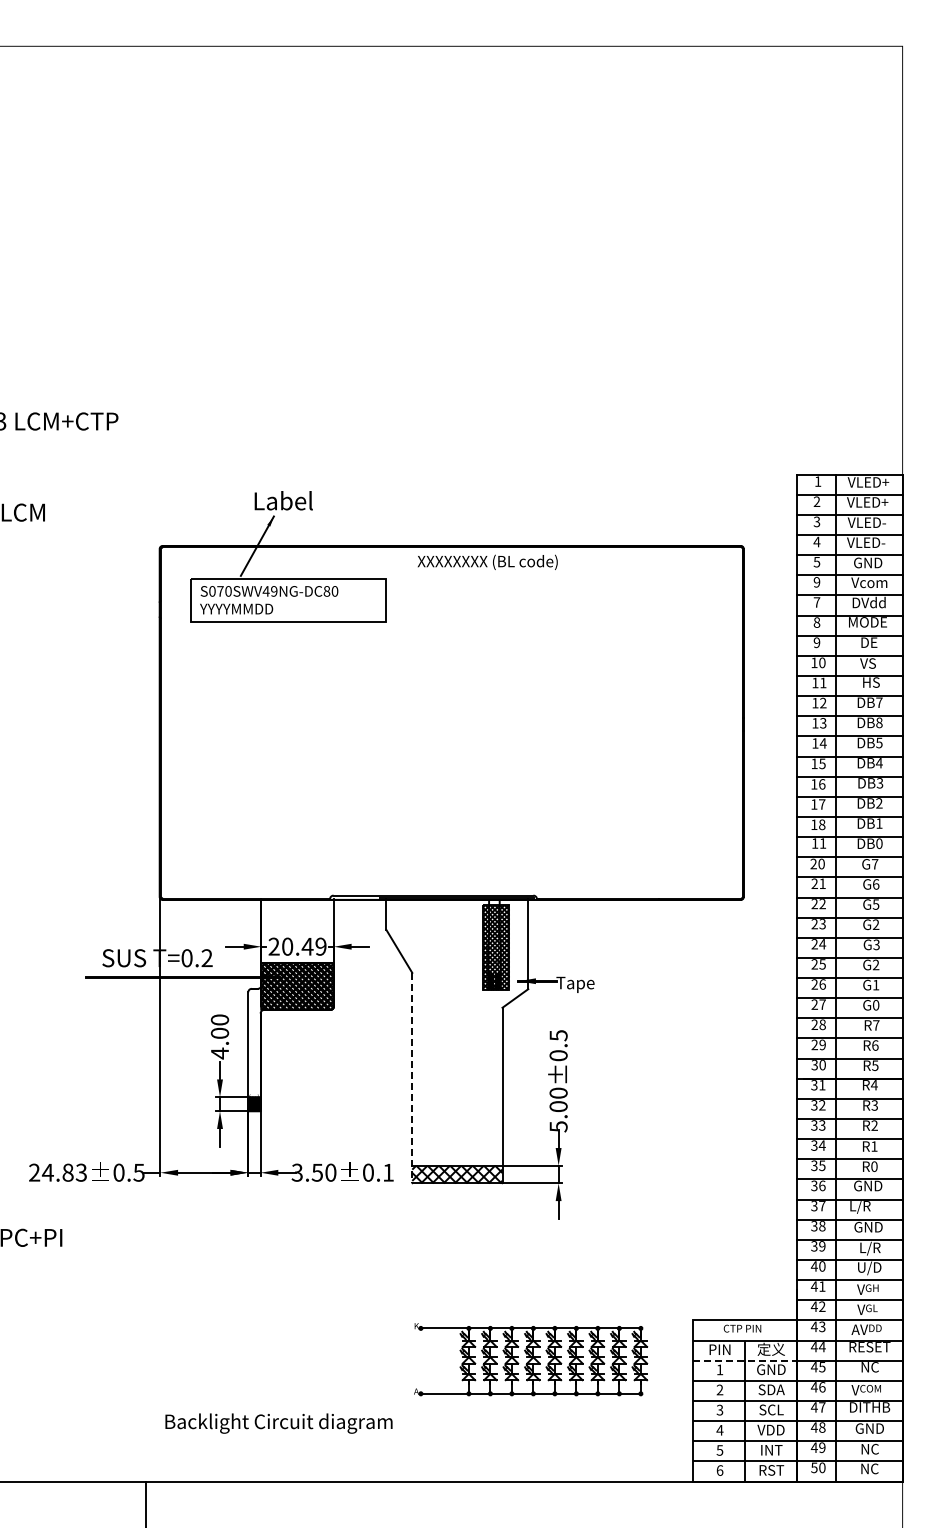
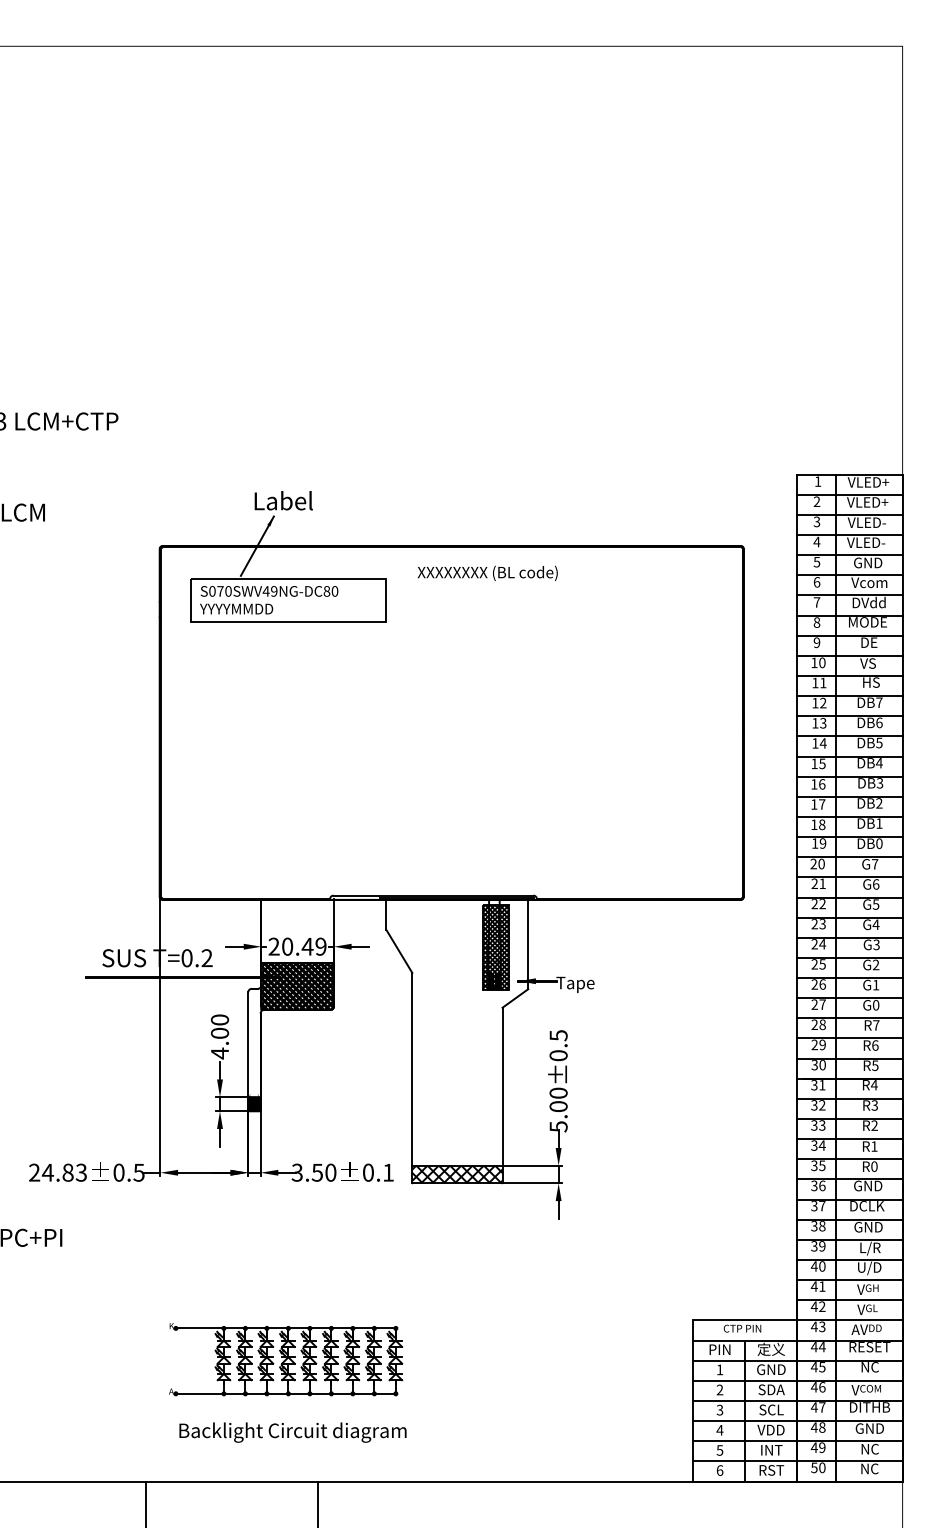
text at (487, 561) position: (487, 561) -> (487, 572)
text at (816, 582): 9 -> 6
text at (879, 722): DB8 -> DB6
text at (822, 843): 11 -> 19
text at (875, 924): G2 -> G4
line at (412, 1077): dashed -> solid
text at (867, 1207): L/R -> DCLK
part at (531, 1359) position: (531, 1359) -> (286, 1359)
line at (745, 1360): dashed -> solid
text at (278, 1423) position: (278, 1423) -> (292, 1432)
line at (318, 1502): none -> present
